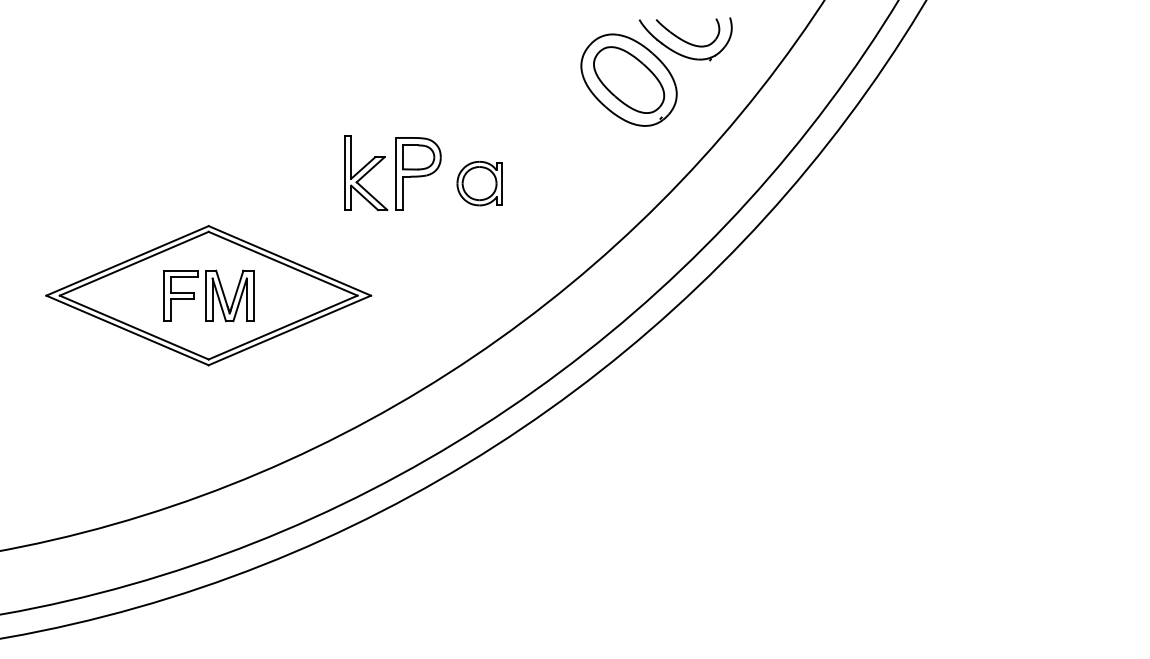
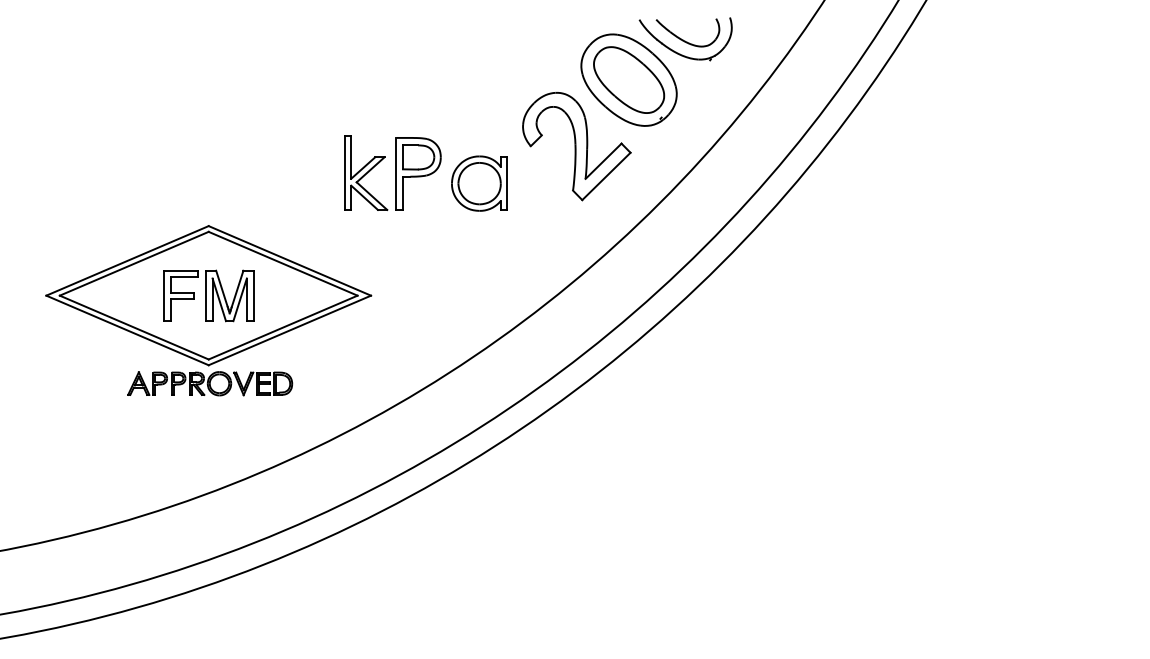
part at (576, 146): none -> present
part at (479, 183) size: 47x46 px -> 57x57 px
part at (210, 383): none -> present
